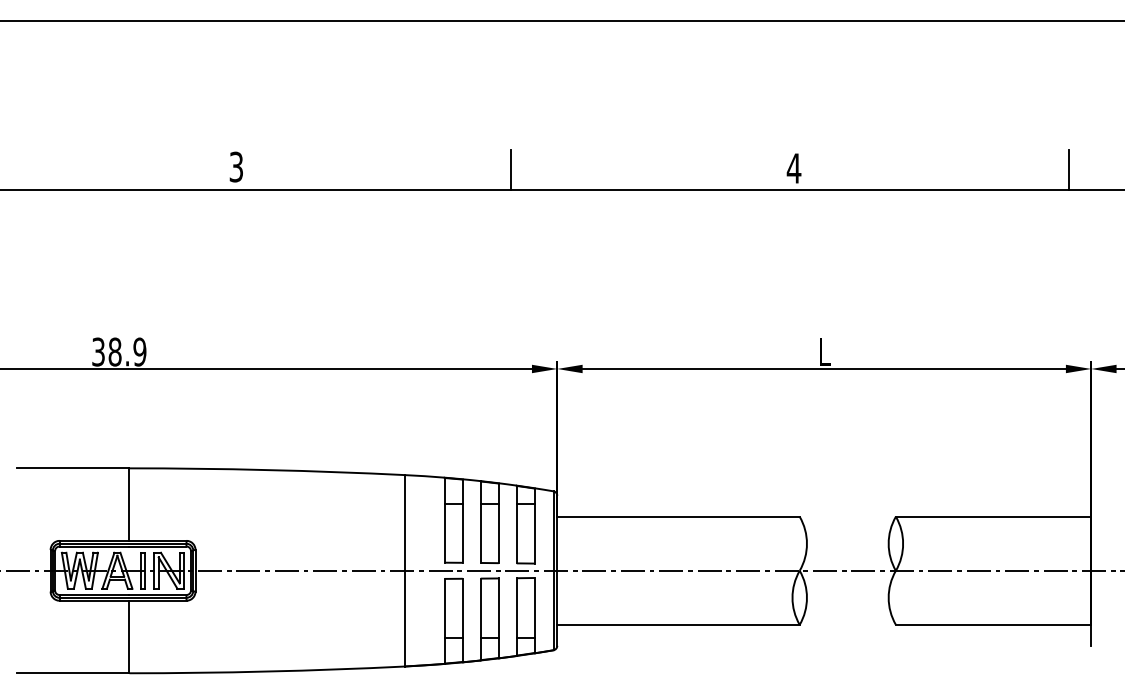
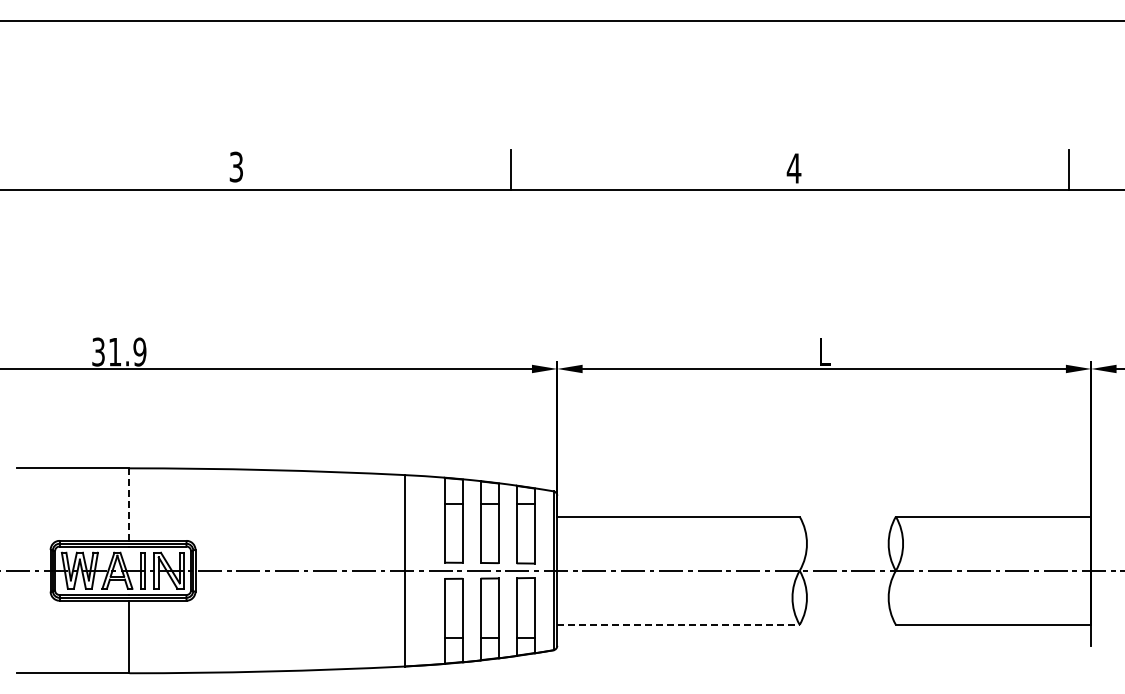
text at (114, 351): 38.9 -> 31.9
line at (129, 504): solid -> dashed
line at (679, 624): solid -> dashed
